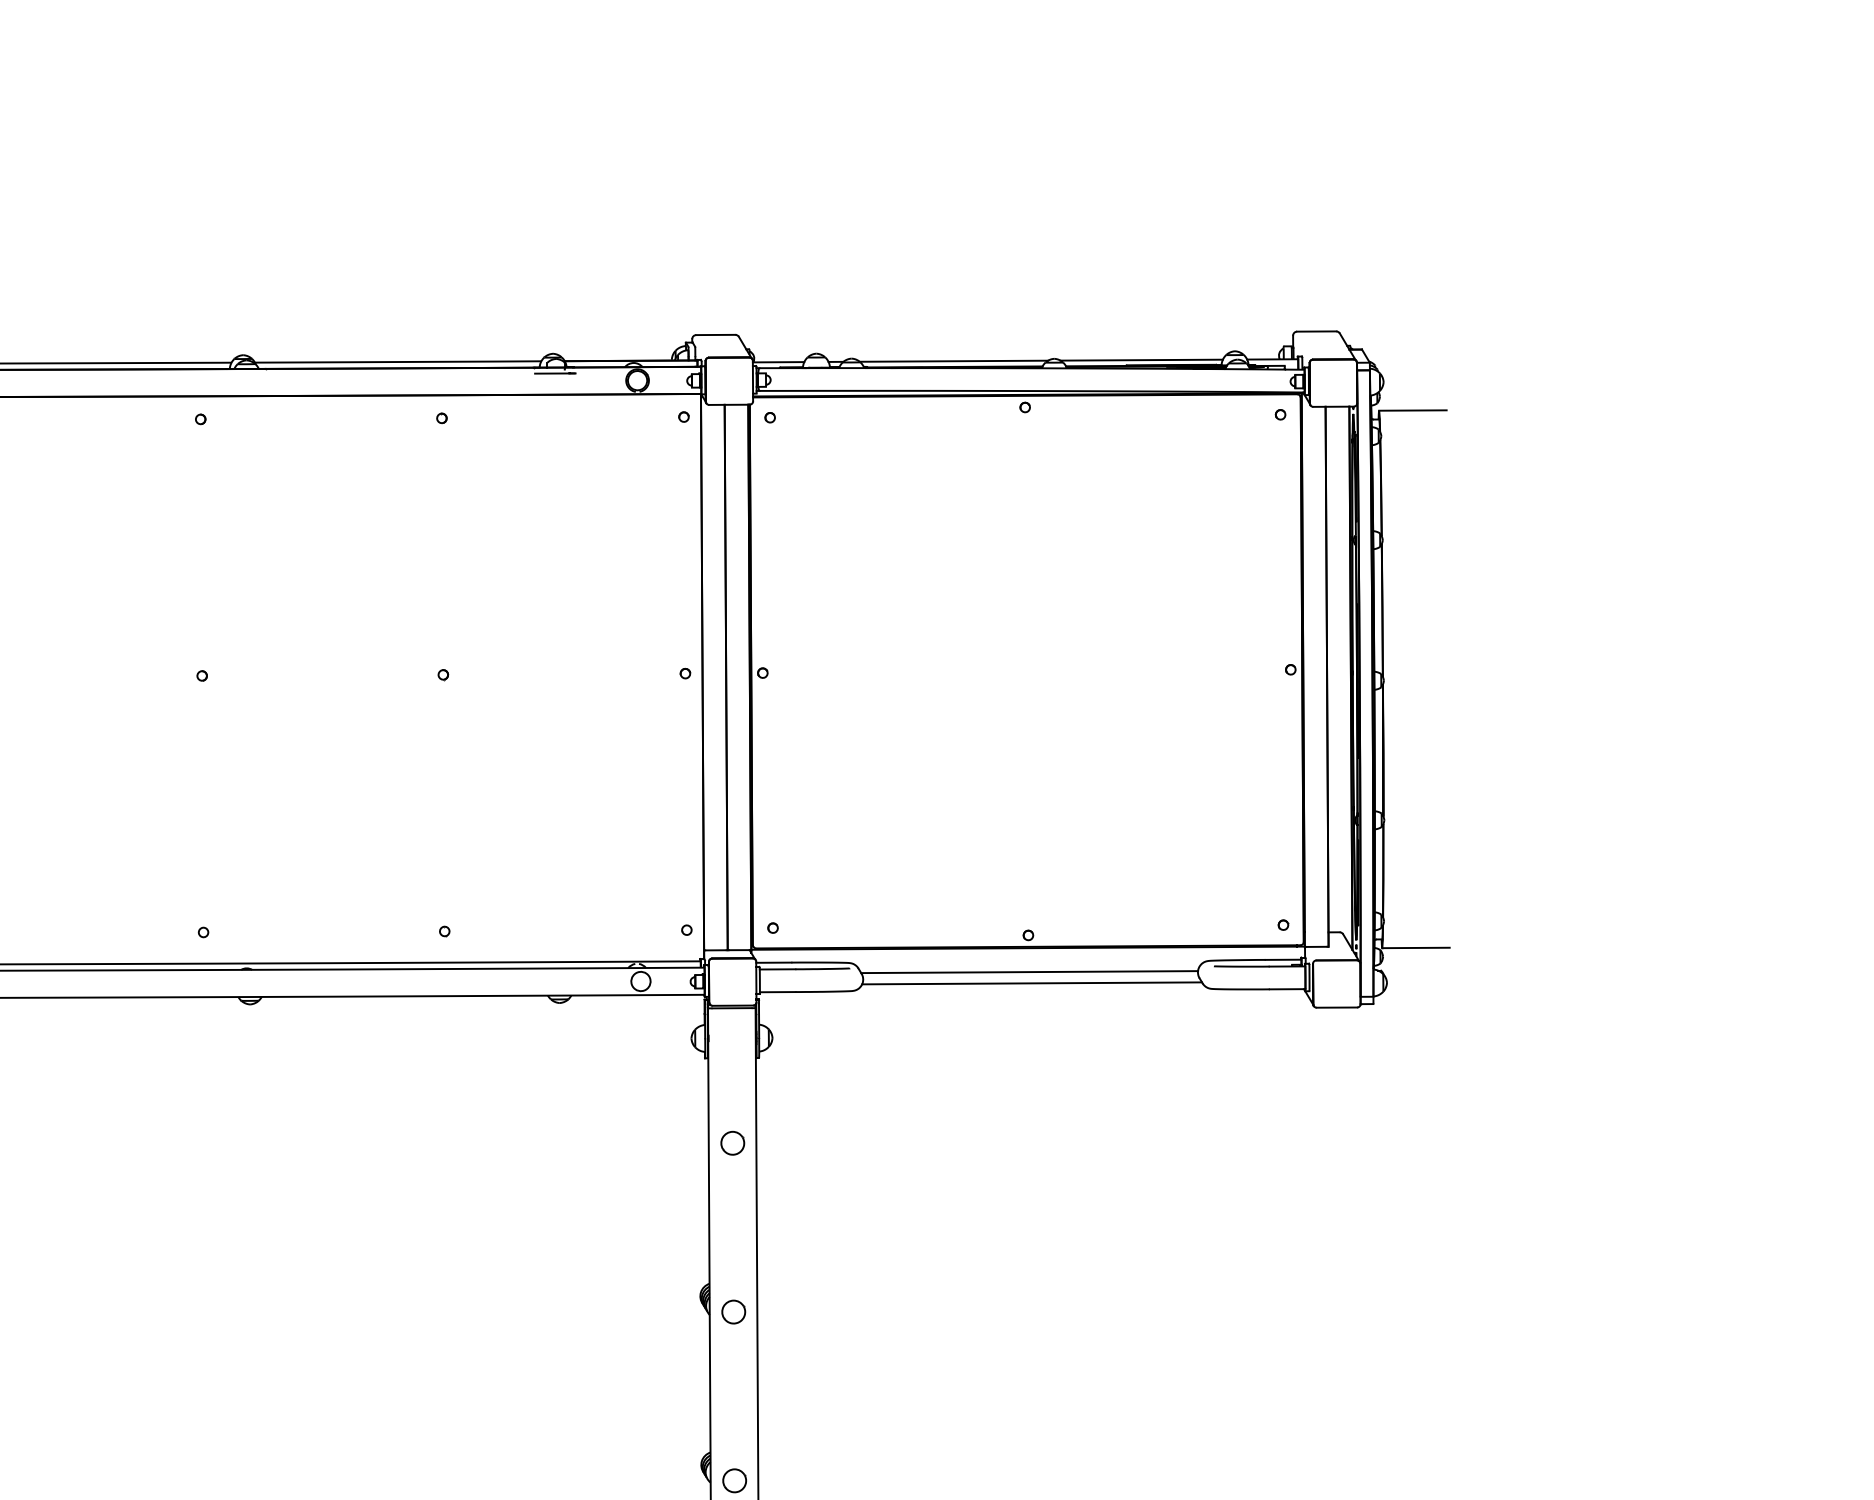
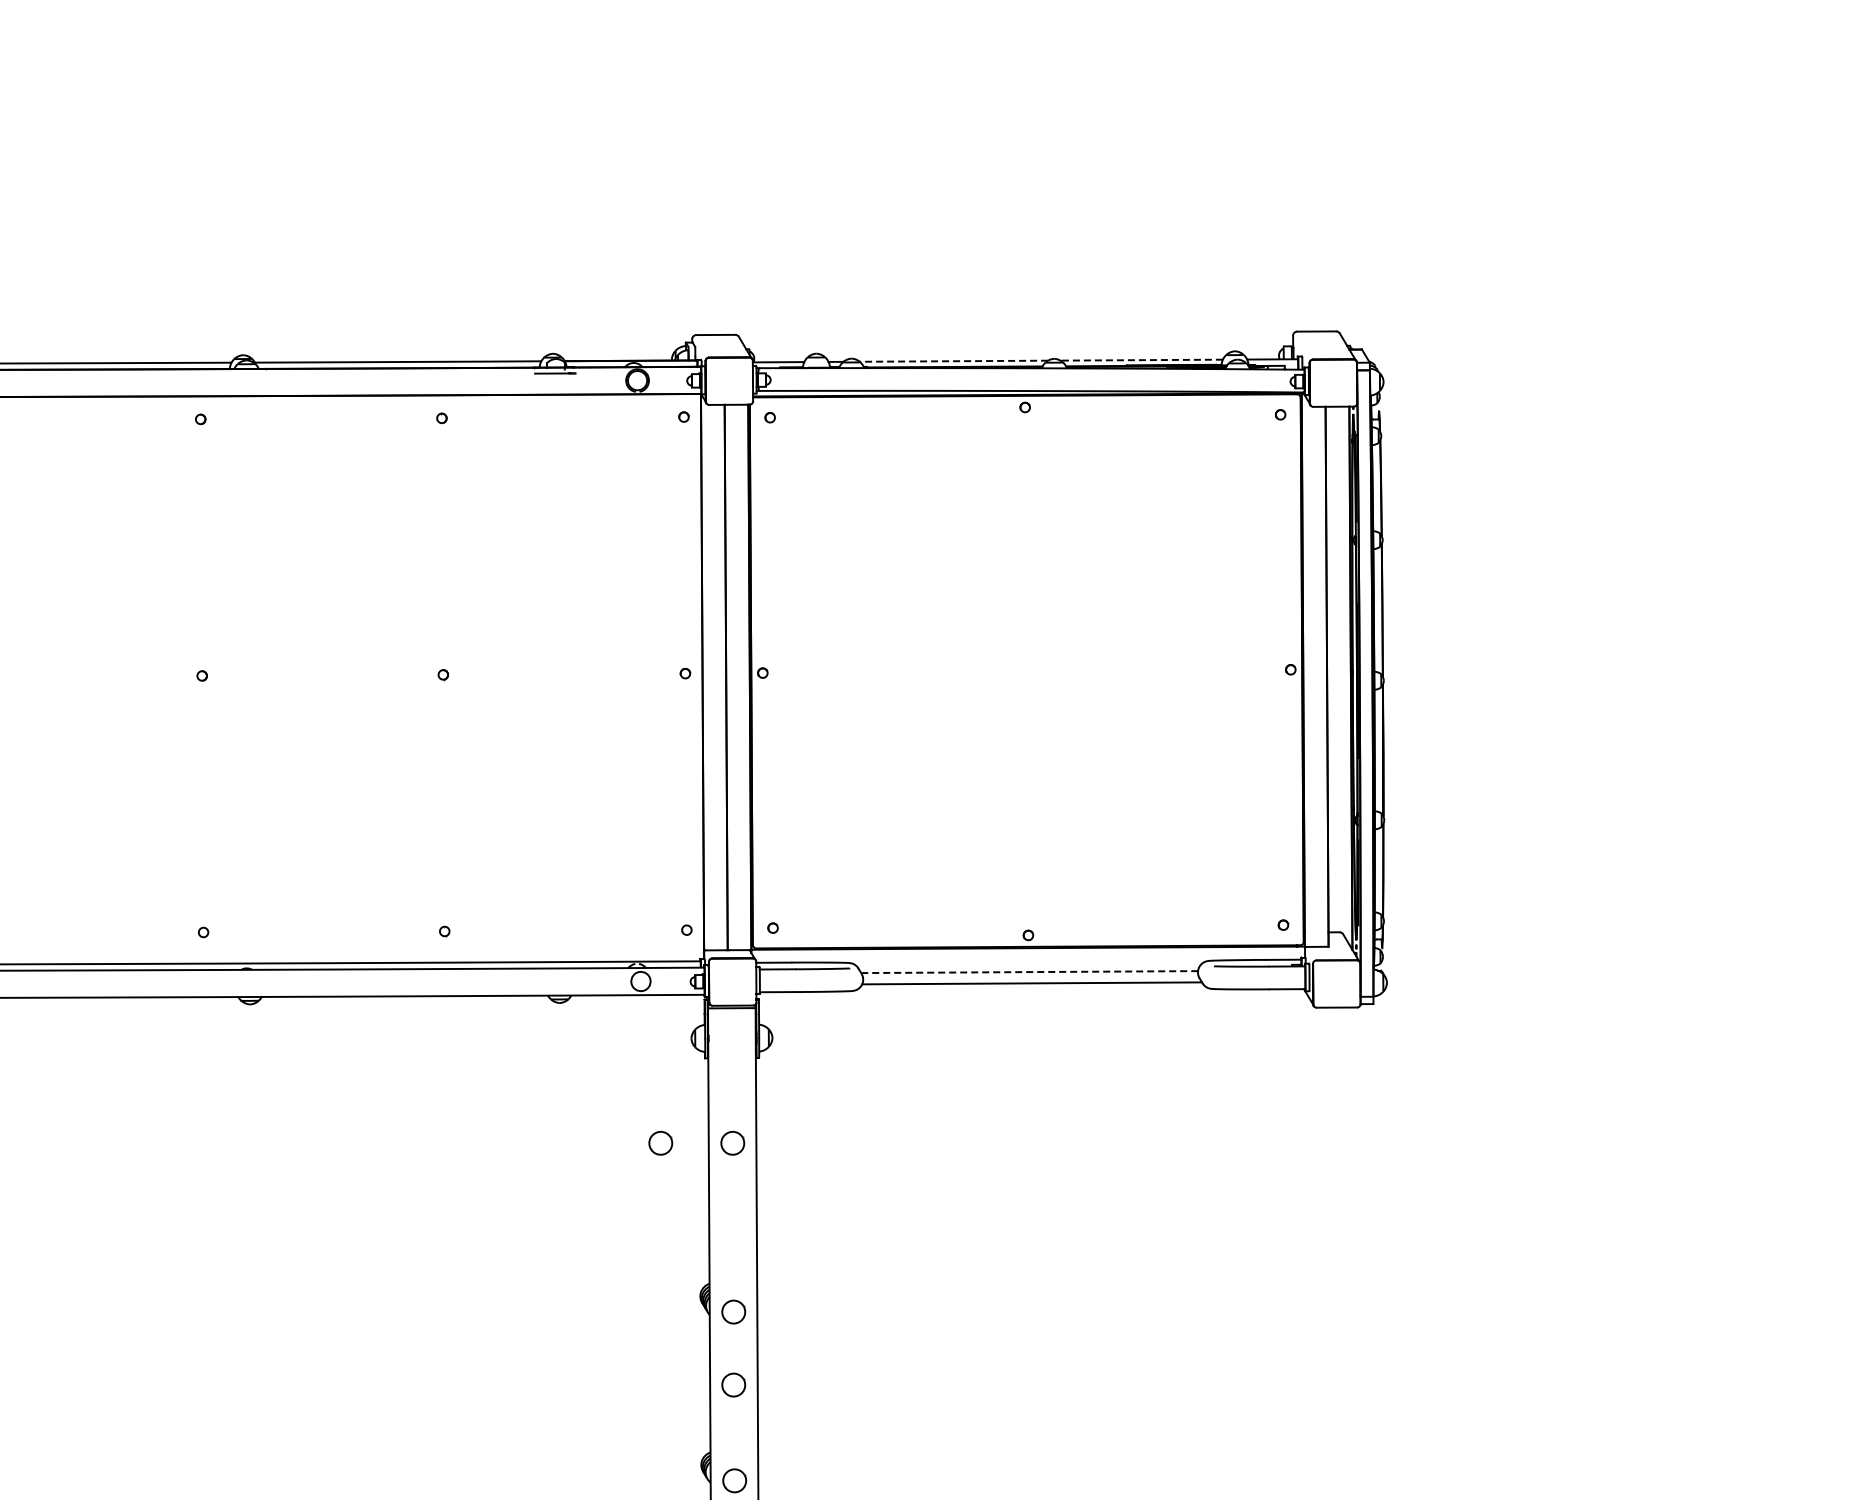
line at (1141, 360): solid -> dashed
line at (953, 361): solid -> dashed
line at (1412, 410): present -> none
line at (1415, 947): present -> none
line at (1030, 972): solid -> dashed
part at (660, 1142): none -> present
part at (733, 1384): none -> present
